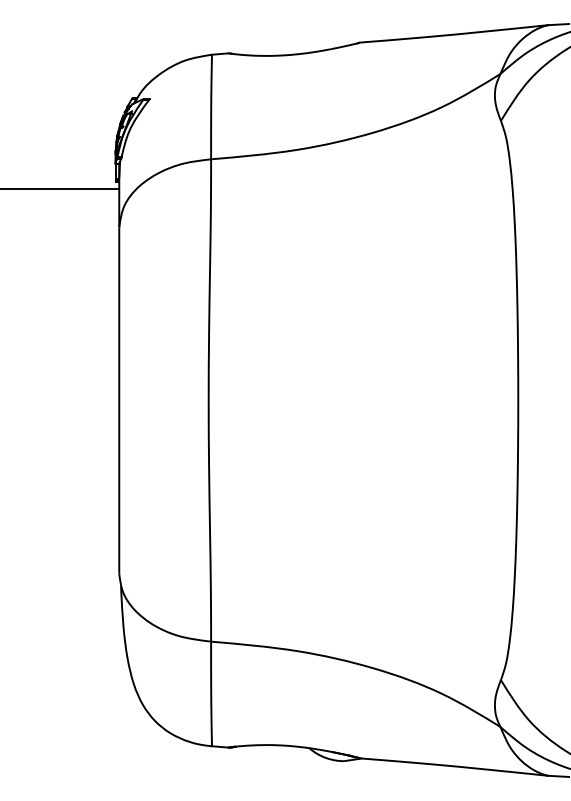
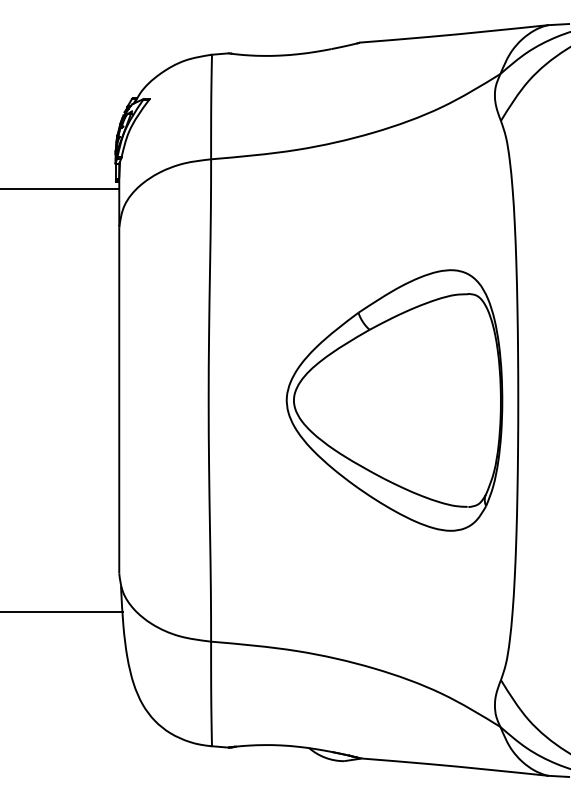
part at (394, 400): none -> present
line at (62, 611): none -> present
